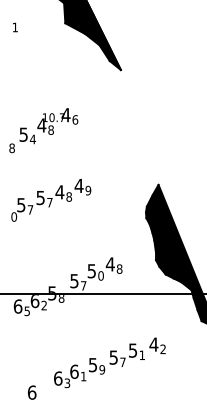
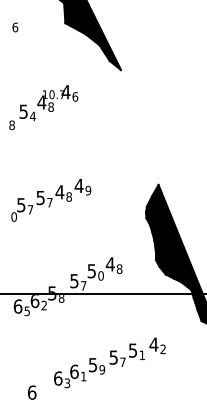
text at (15, 27): 1 -> 6
text at (43, 130) position: (43, 130) -> (43, 107)
